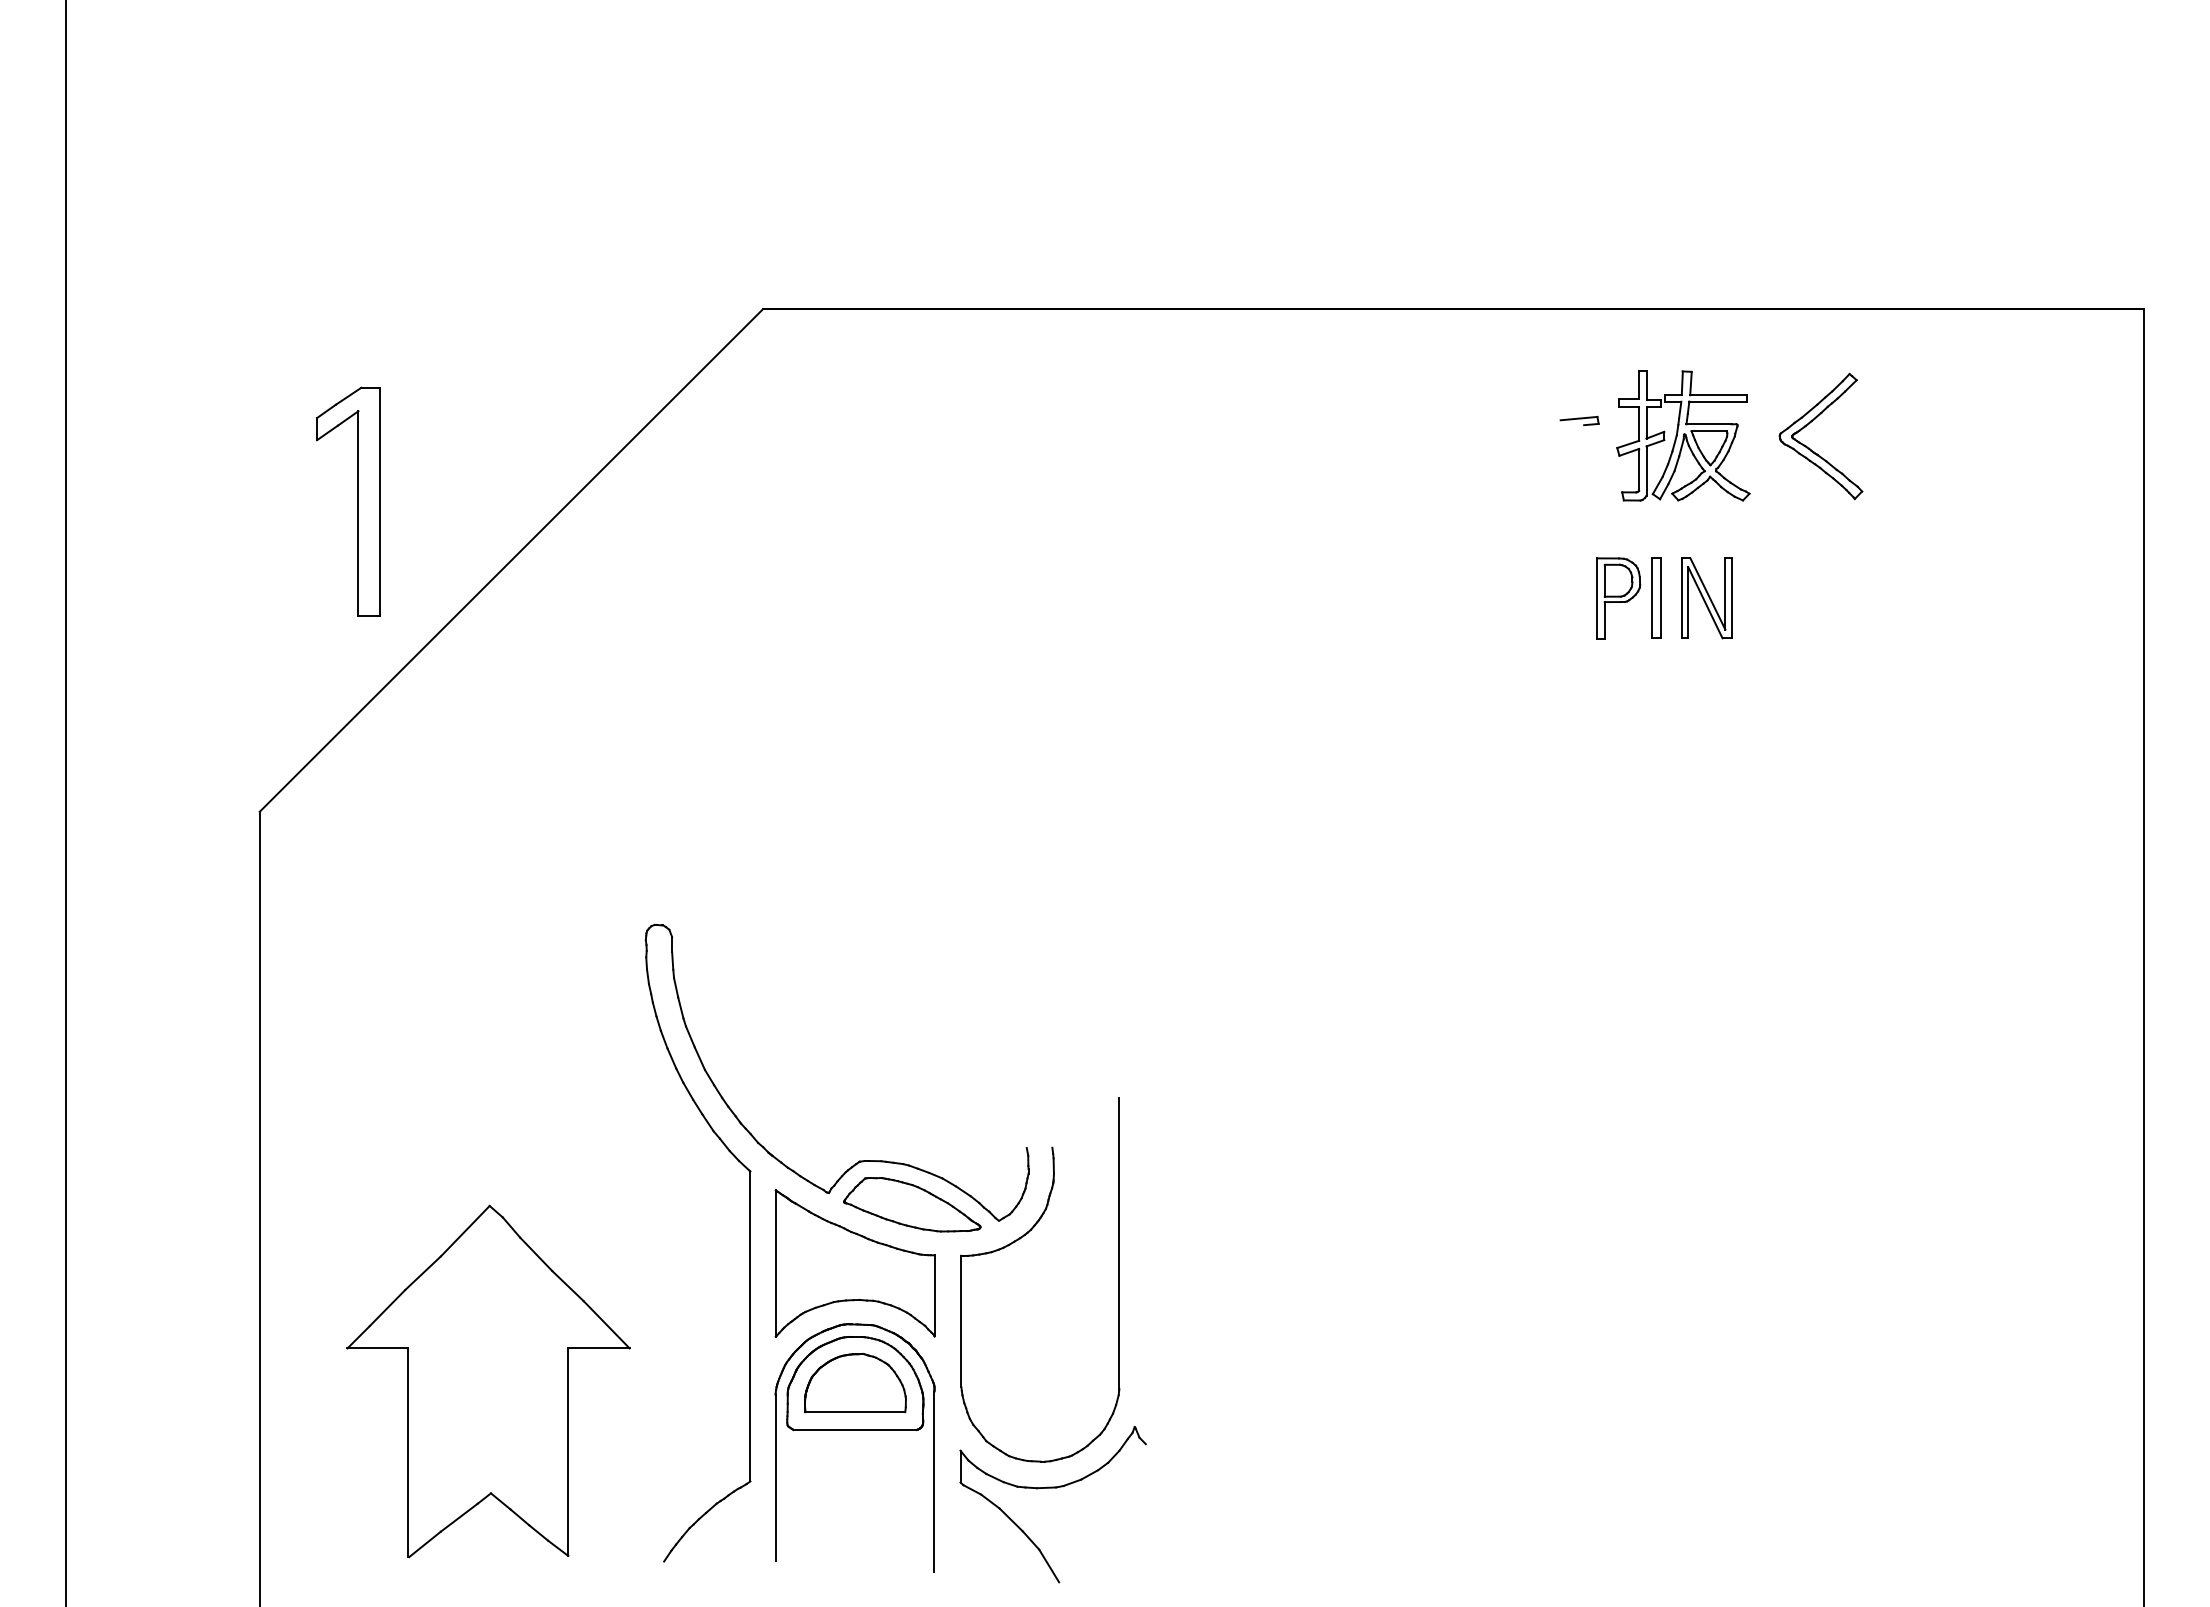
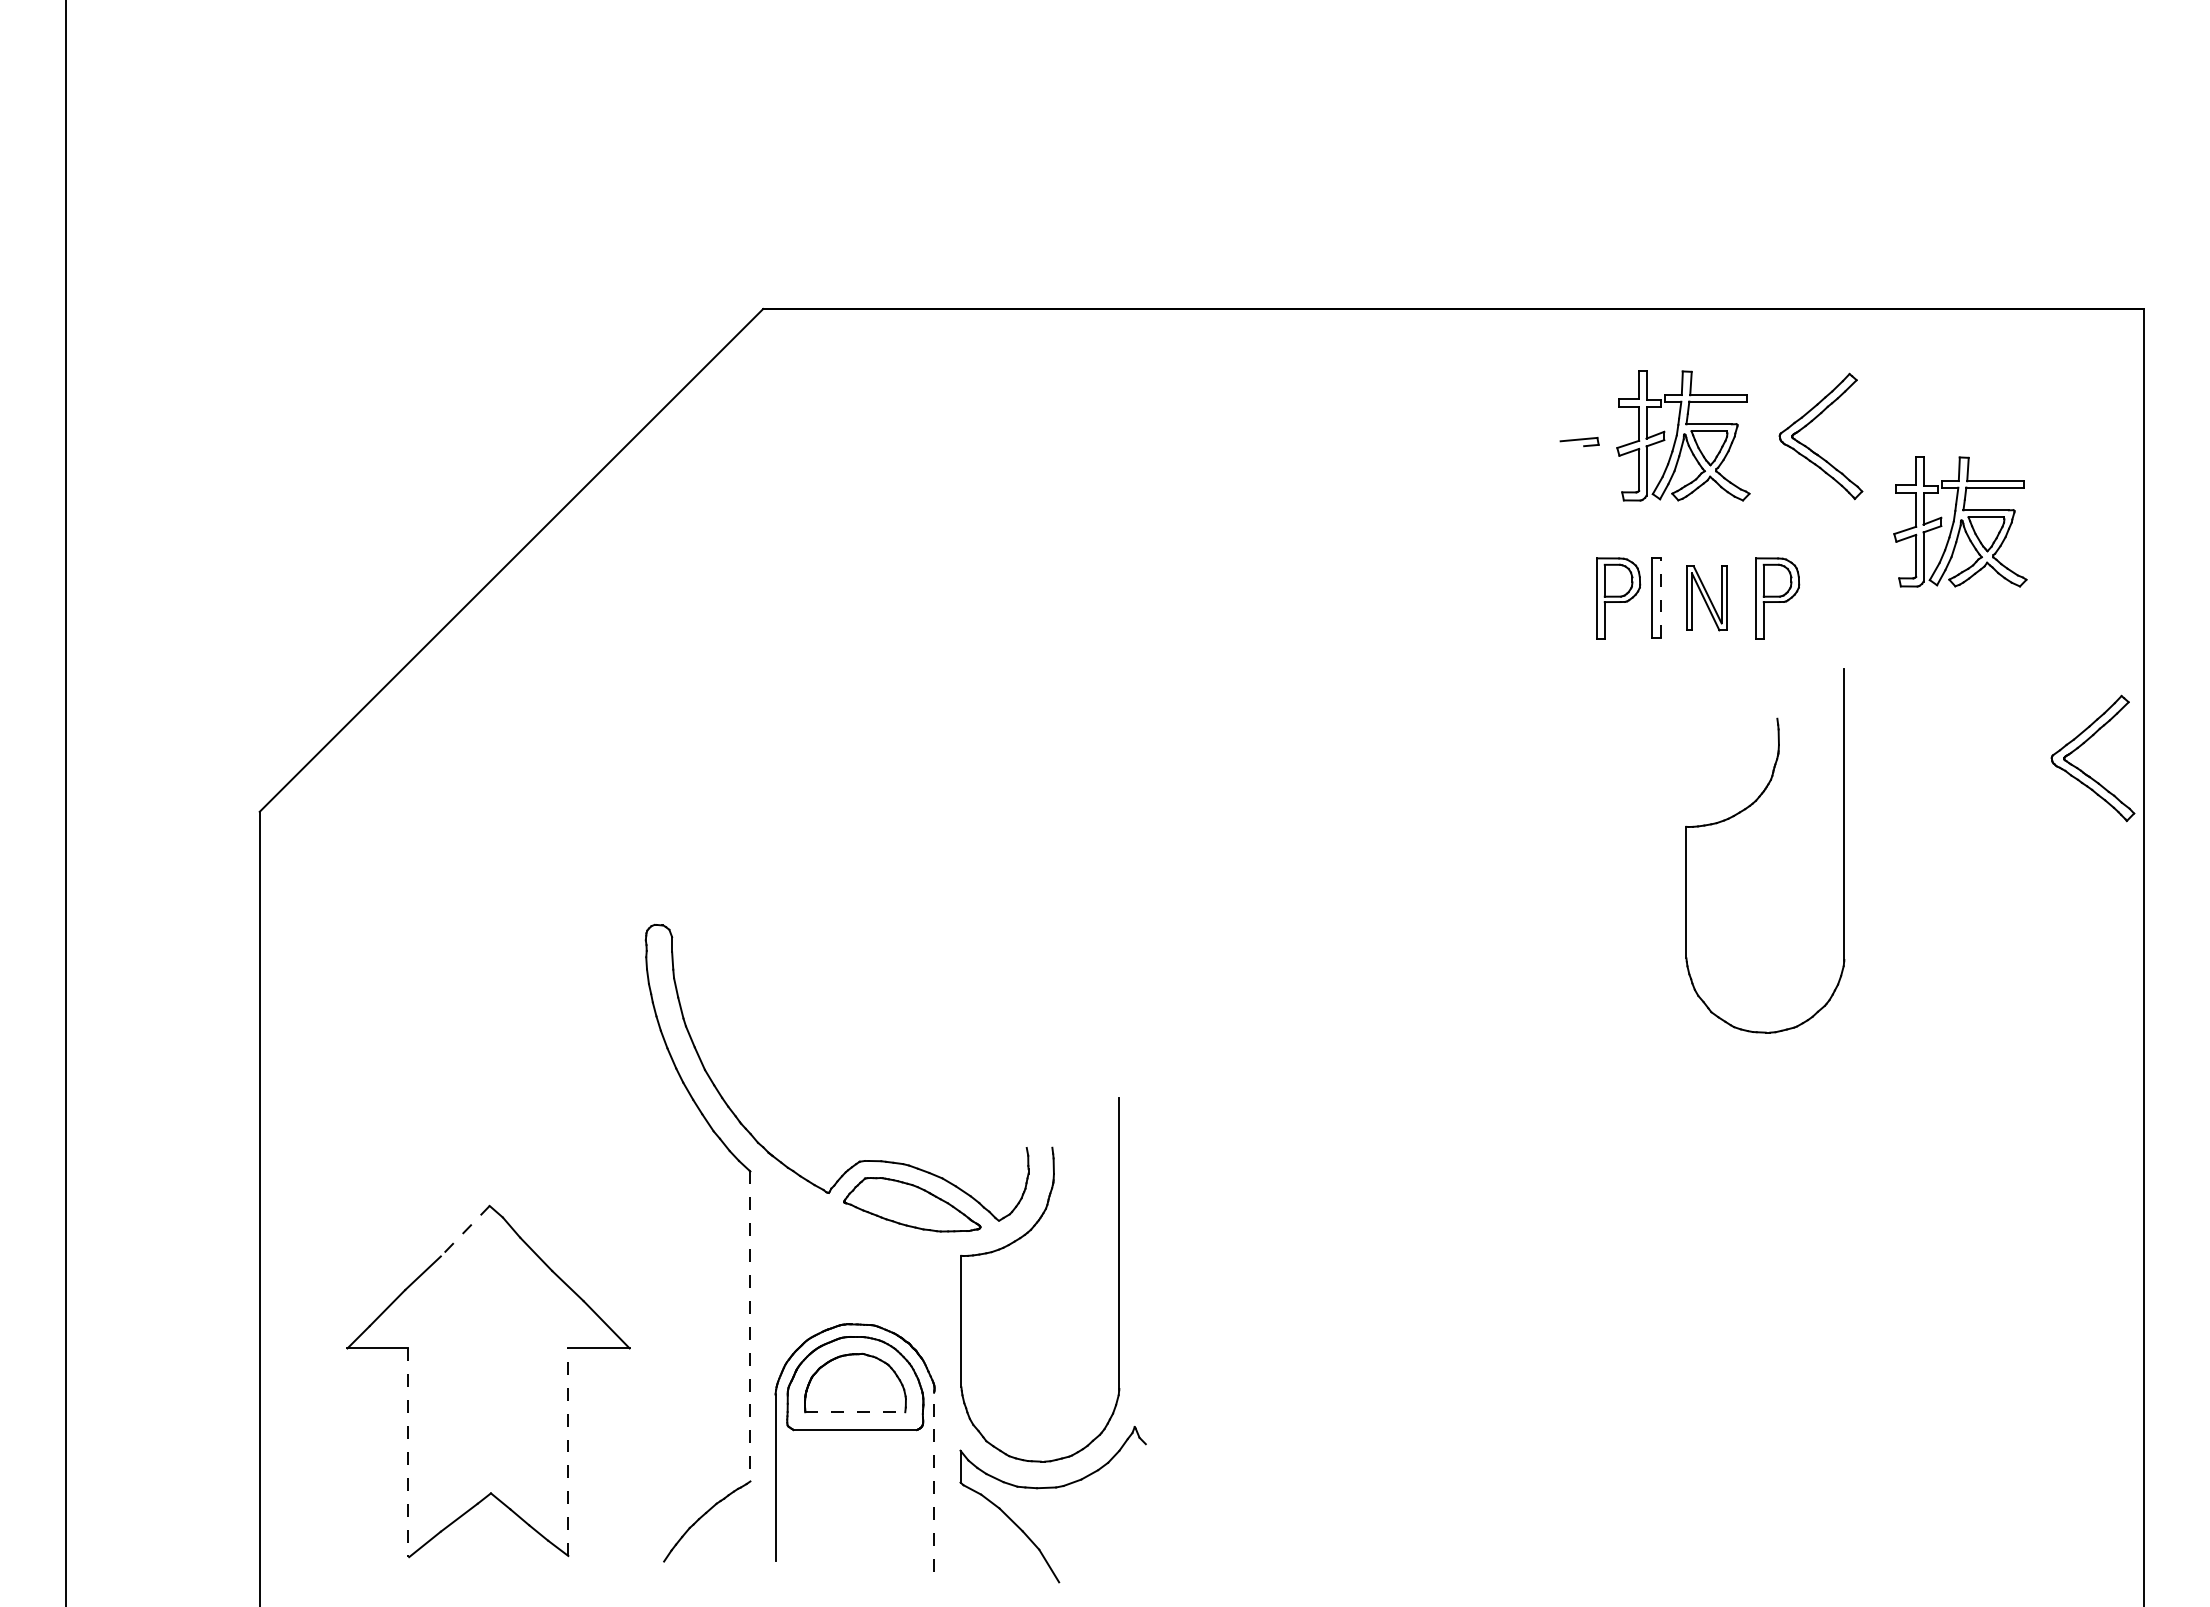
part at (1579, 421) position: (1579, 421) -> (1579, 442)
part at (357, 501): present -> none
part at (1960, 521): none -> present
line at (1661, 598): solid -> dashed
part at (1706, 598) size: 52x83 px -> 42x67 px
part at (1777, 598): none -> present
part at (2081, 769): none -> present
part at (1740, 813): none -> present
line at (464, 1231): solid -> dashed
part at (854, 1263): present -> none
line at (750, 1326): solid -> dashed
line at (855, 1412): solid -> dashed
line at (568, 1452): solid -> dashed
line at (408, 1453): solid -> dashed
line at (934, 1482): solid -> dashed
